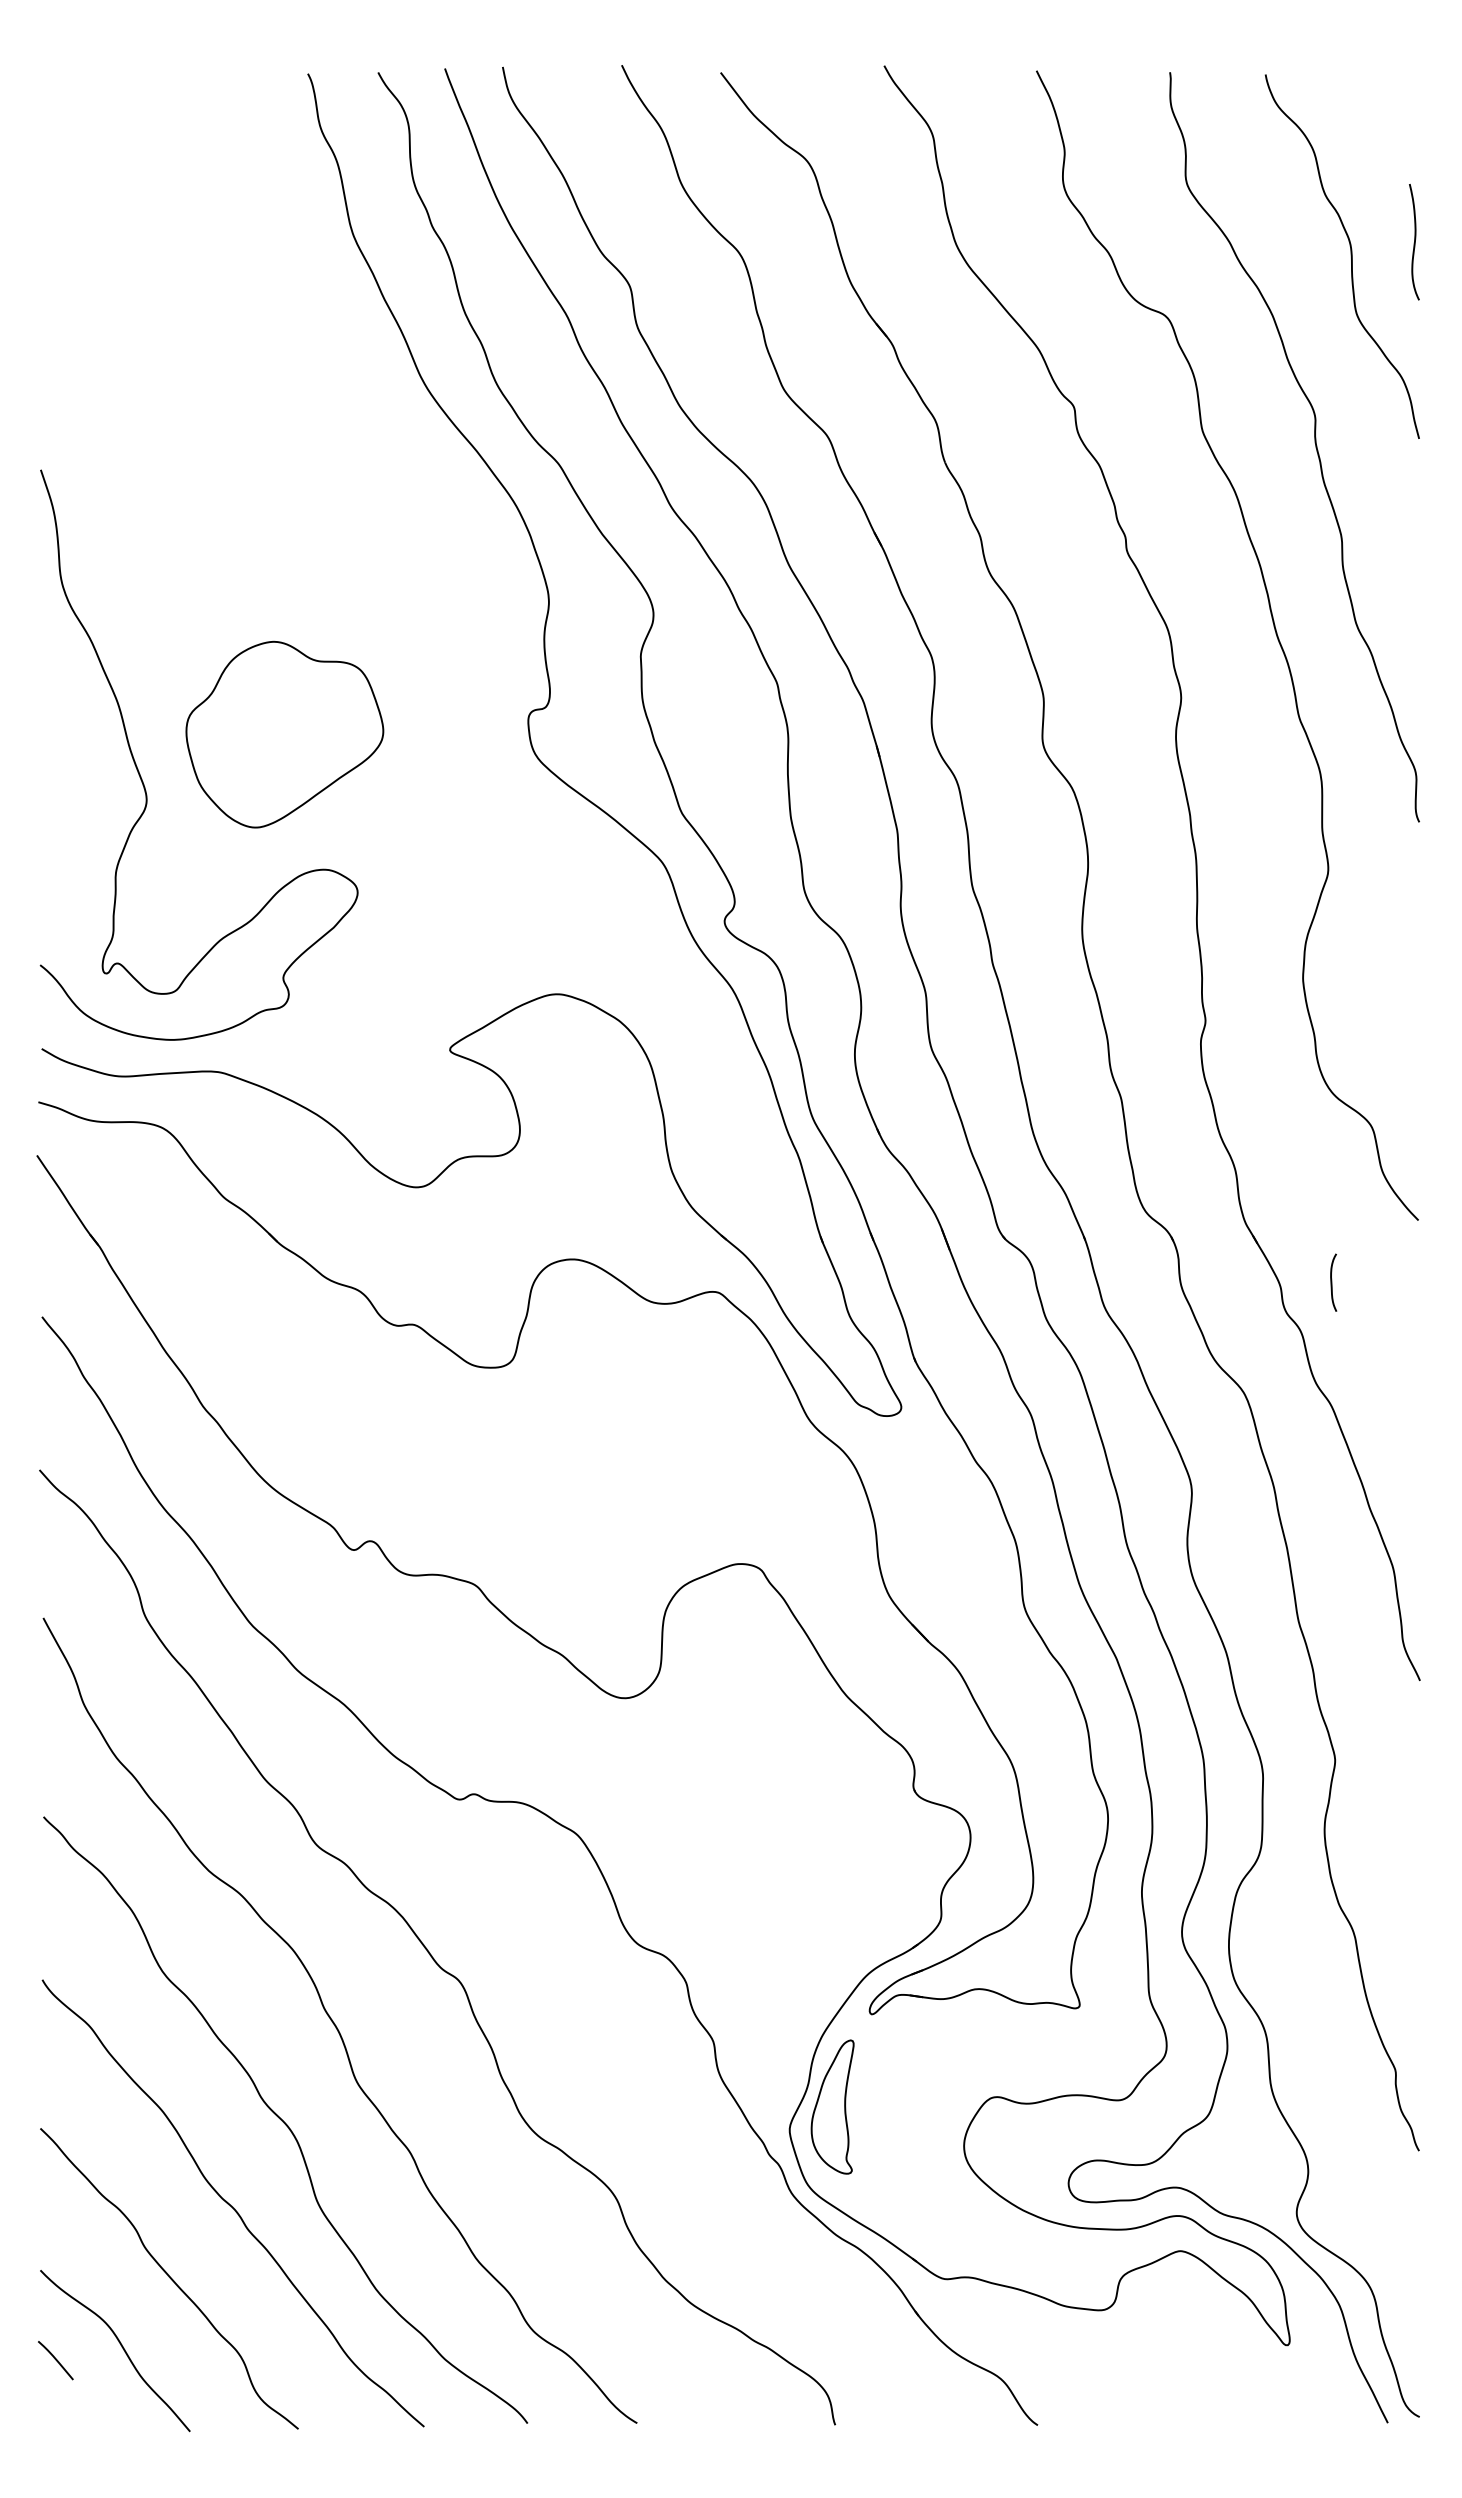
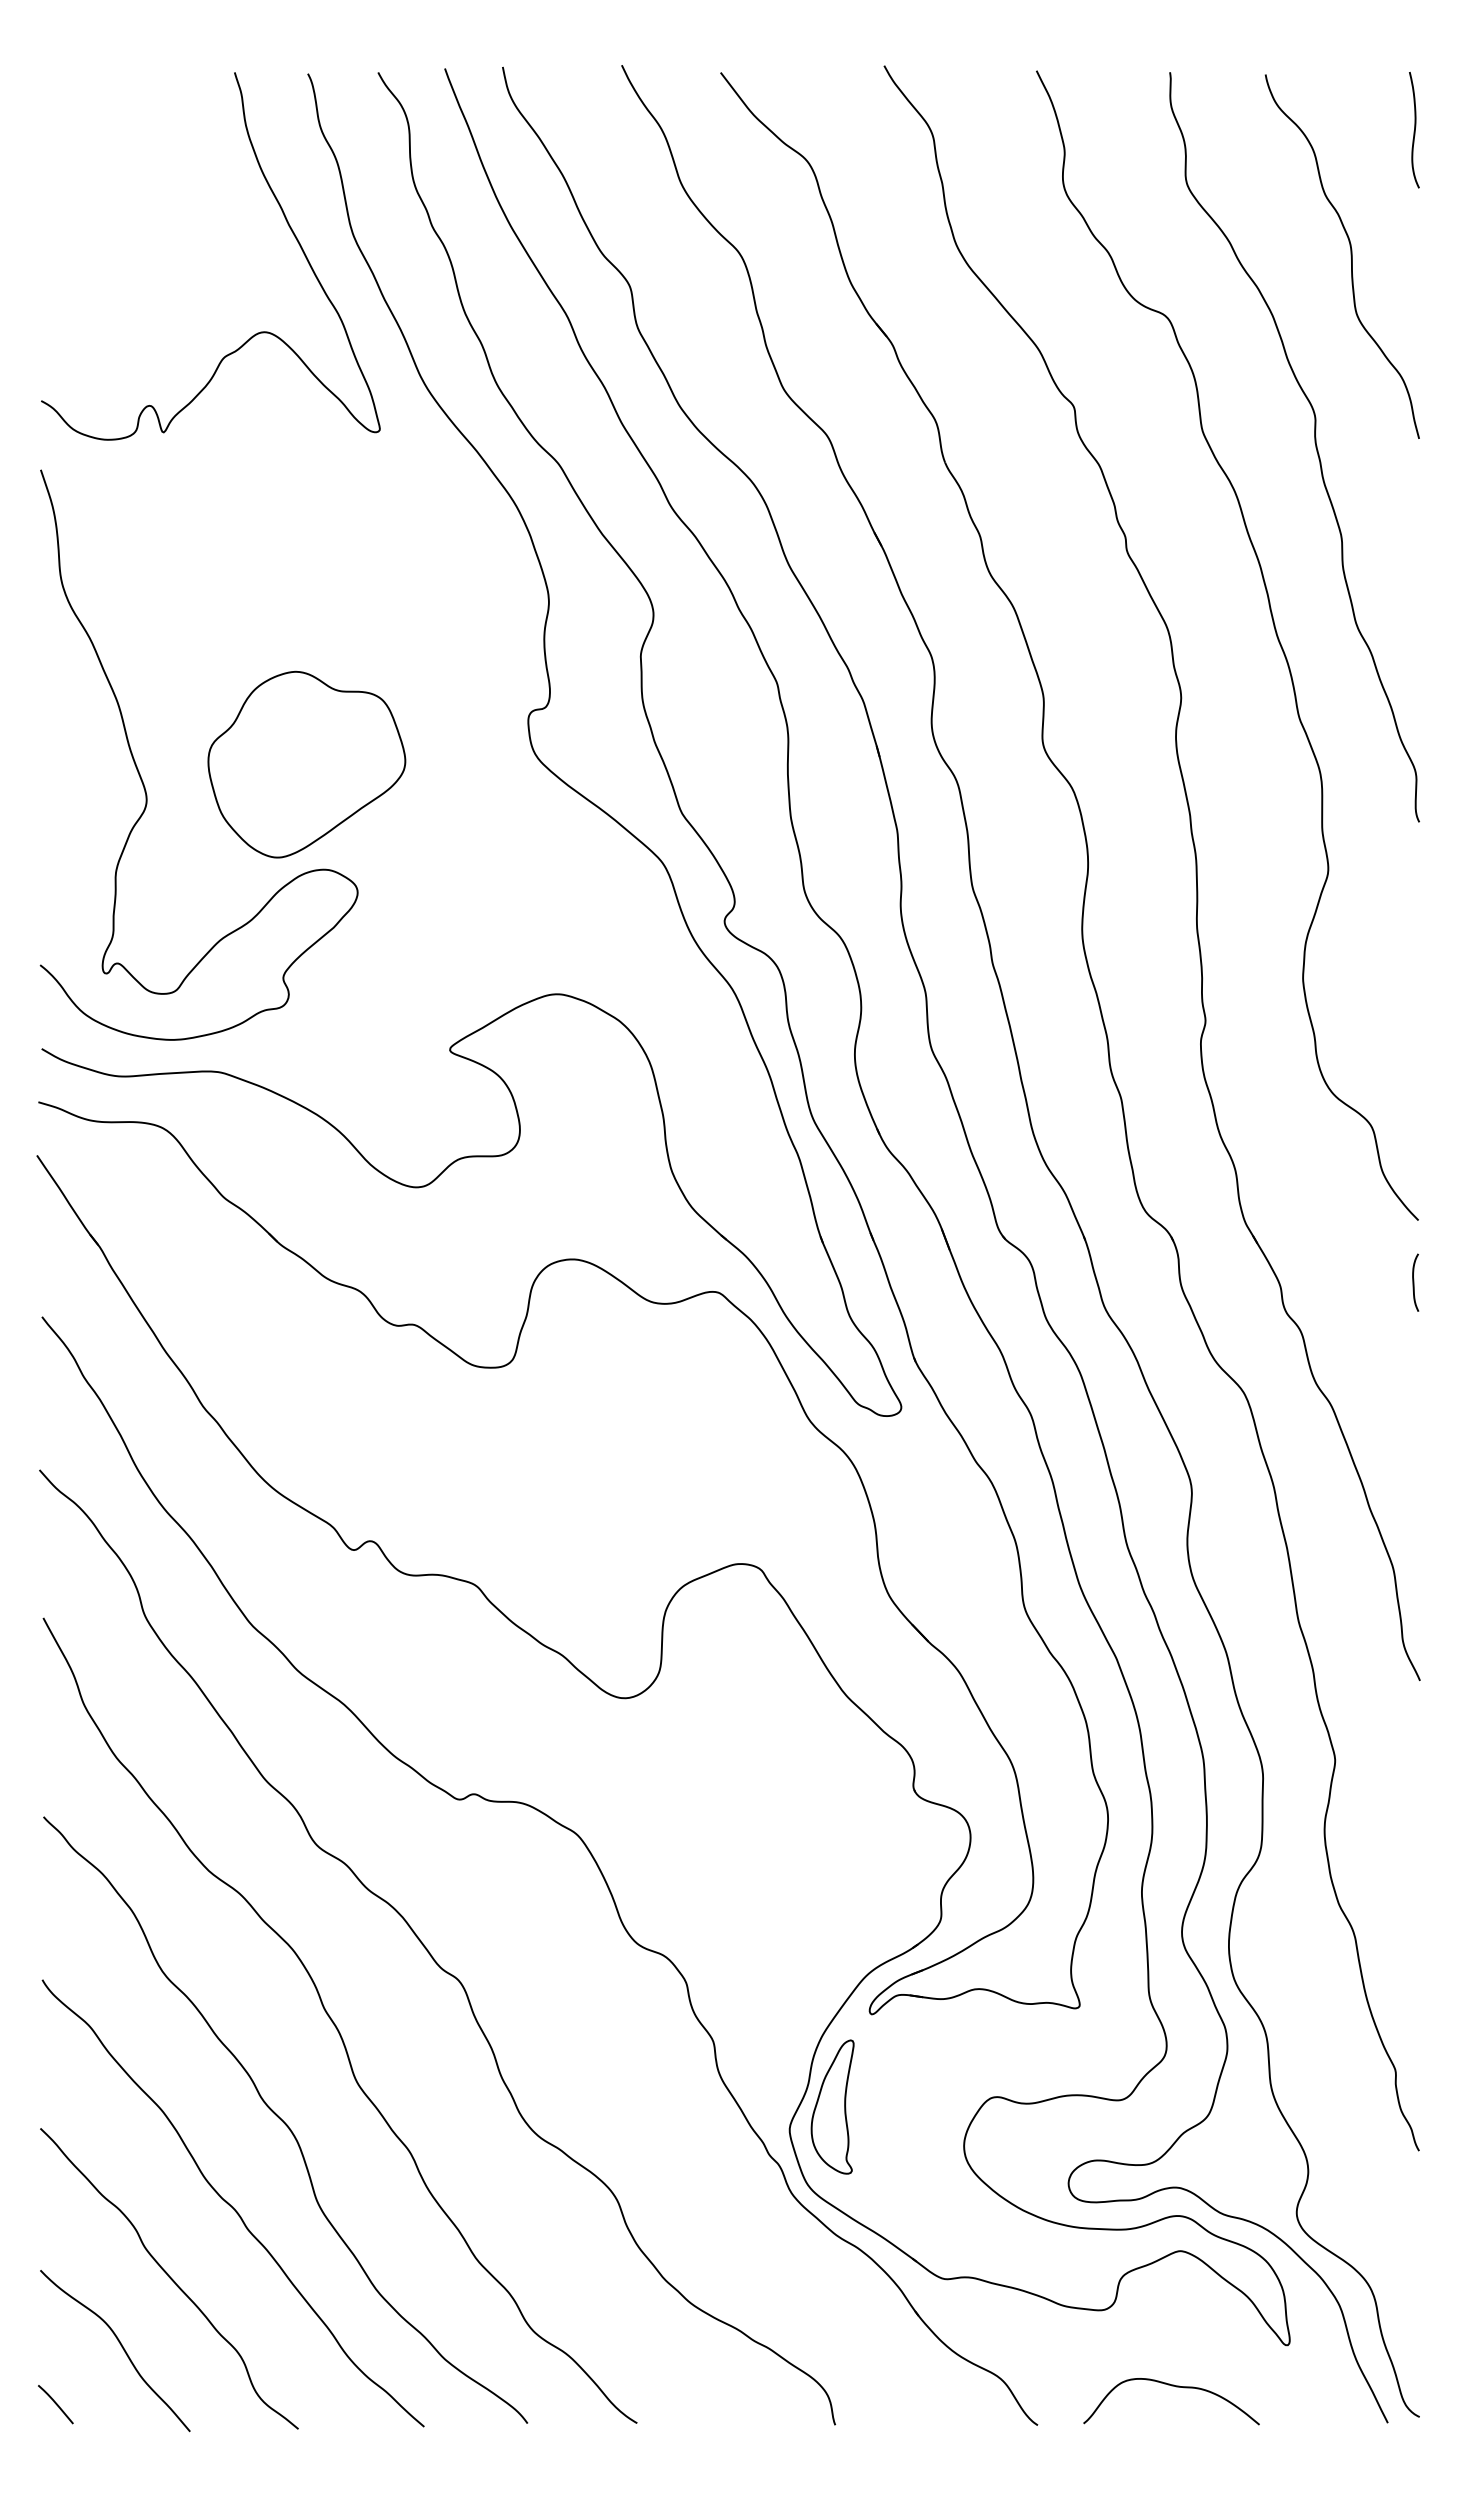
curve at (285, 220): none -> present
curve at (1414, 242) position: (1414, 242) -> (1414, 130)
part at (284, 734) position: (284, 734) -> (306, 764)
curve at (1332, 1282) position: (1332, 1282) -> (1414, 1282)
line at (55, 2360) position: (55, 2360) -> (55, 2404)
curve at (1176, 2387): none -> present
